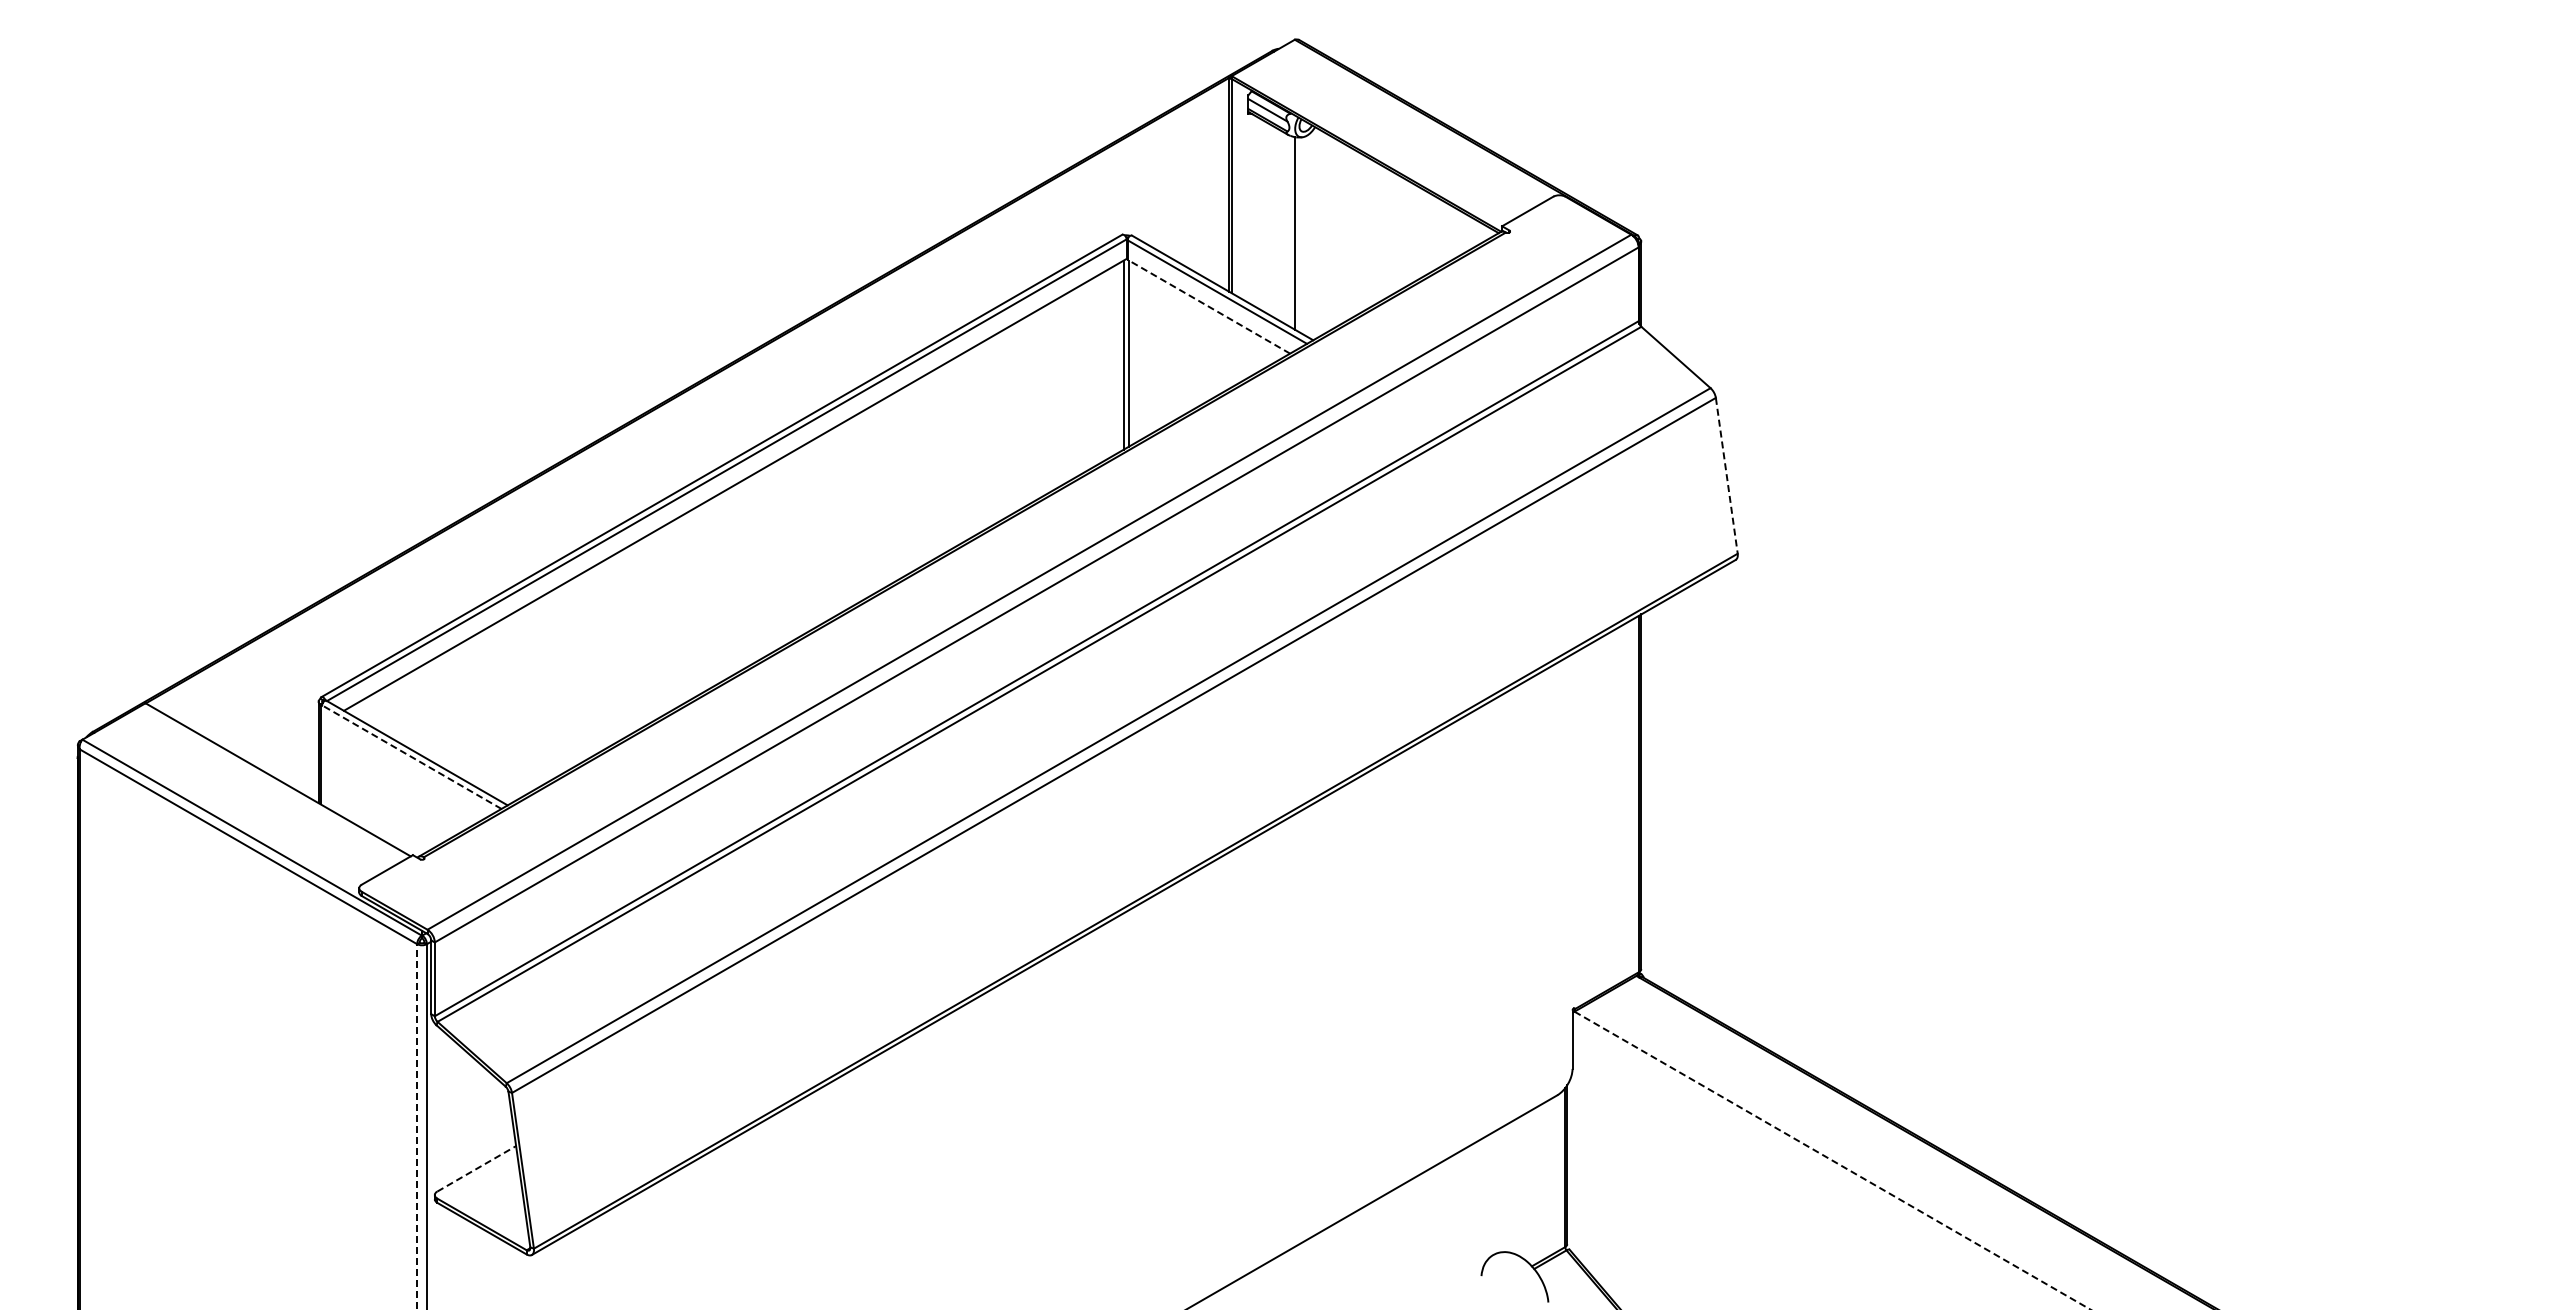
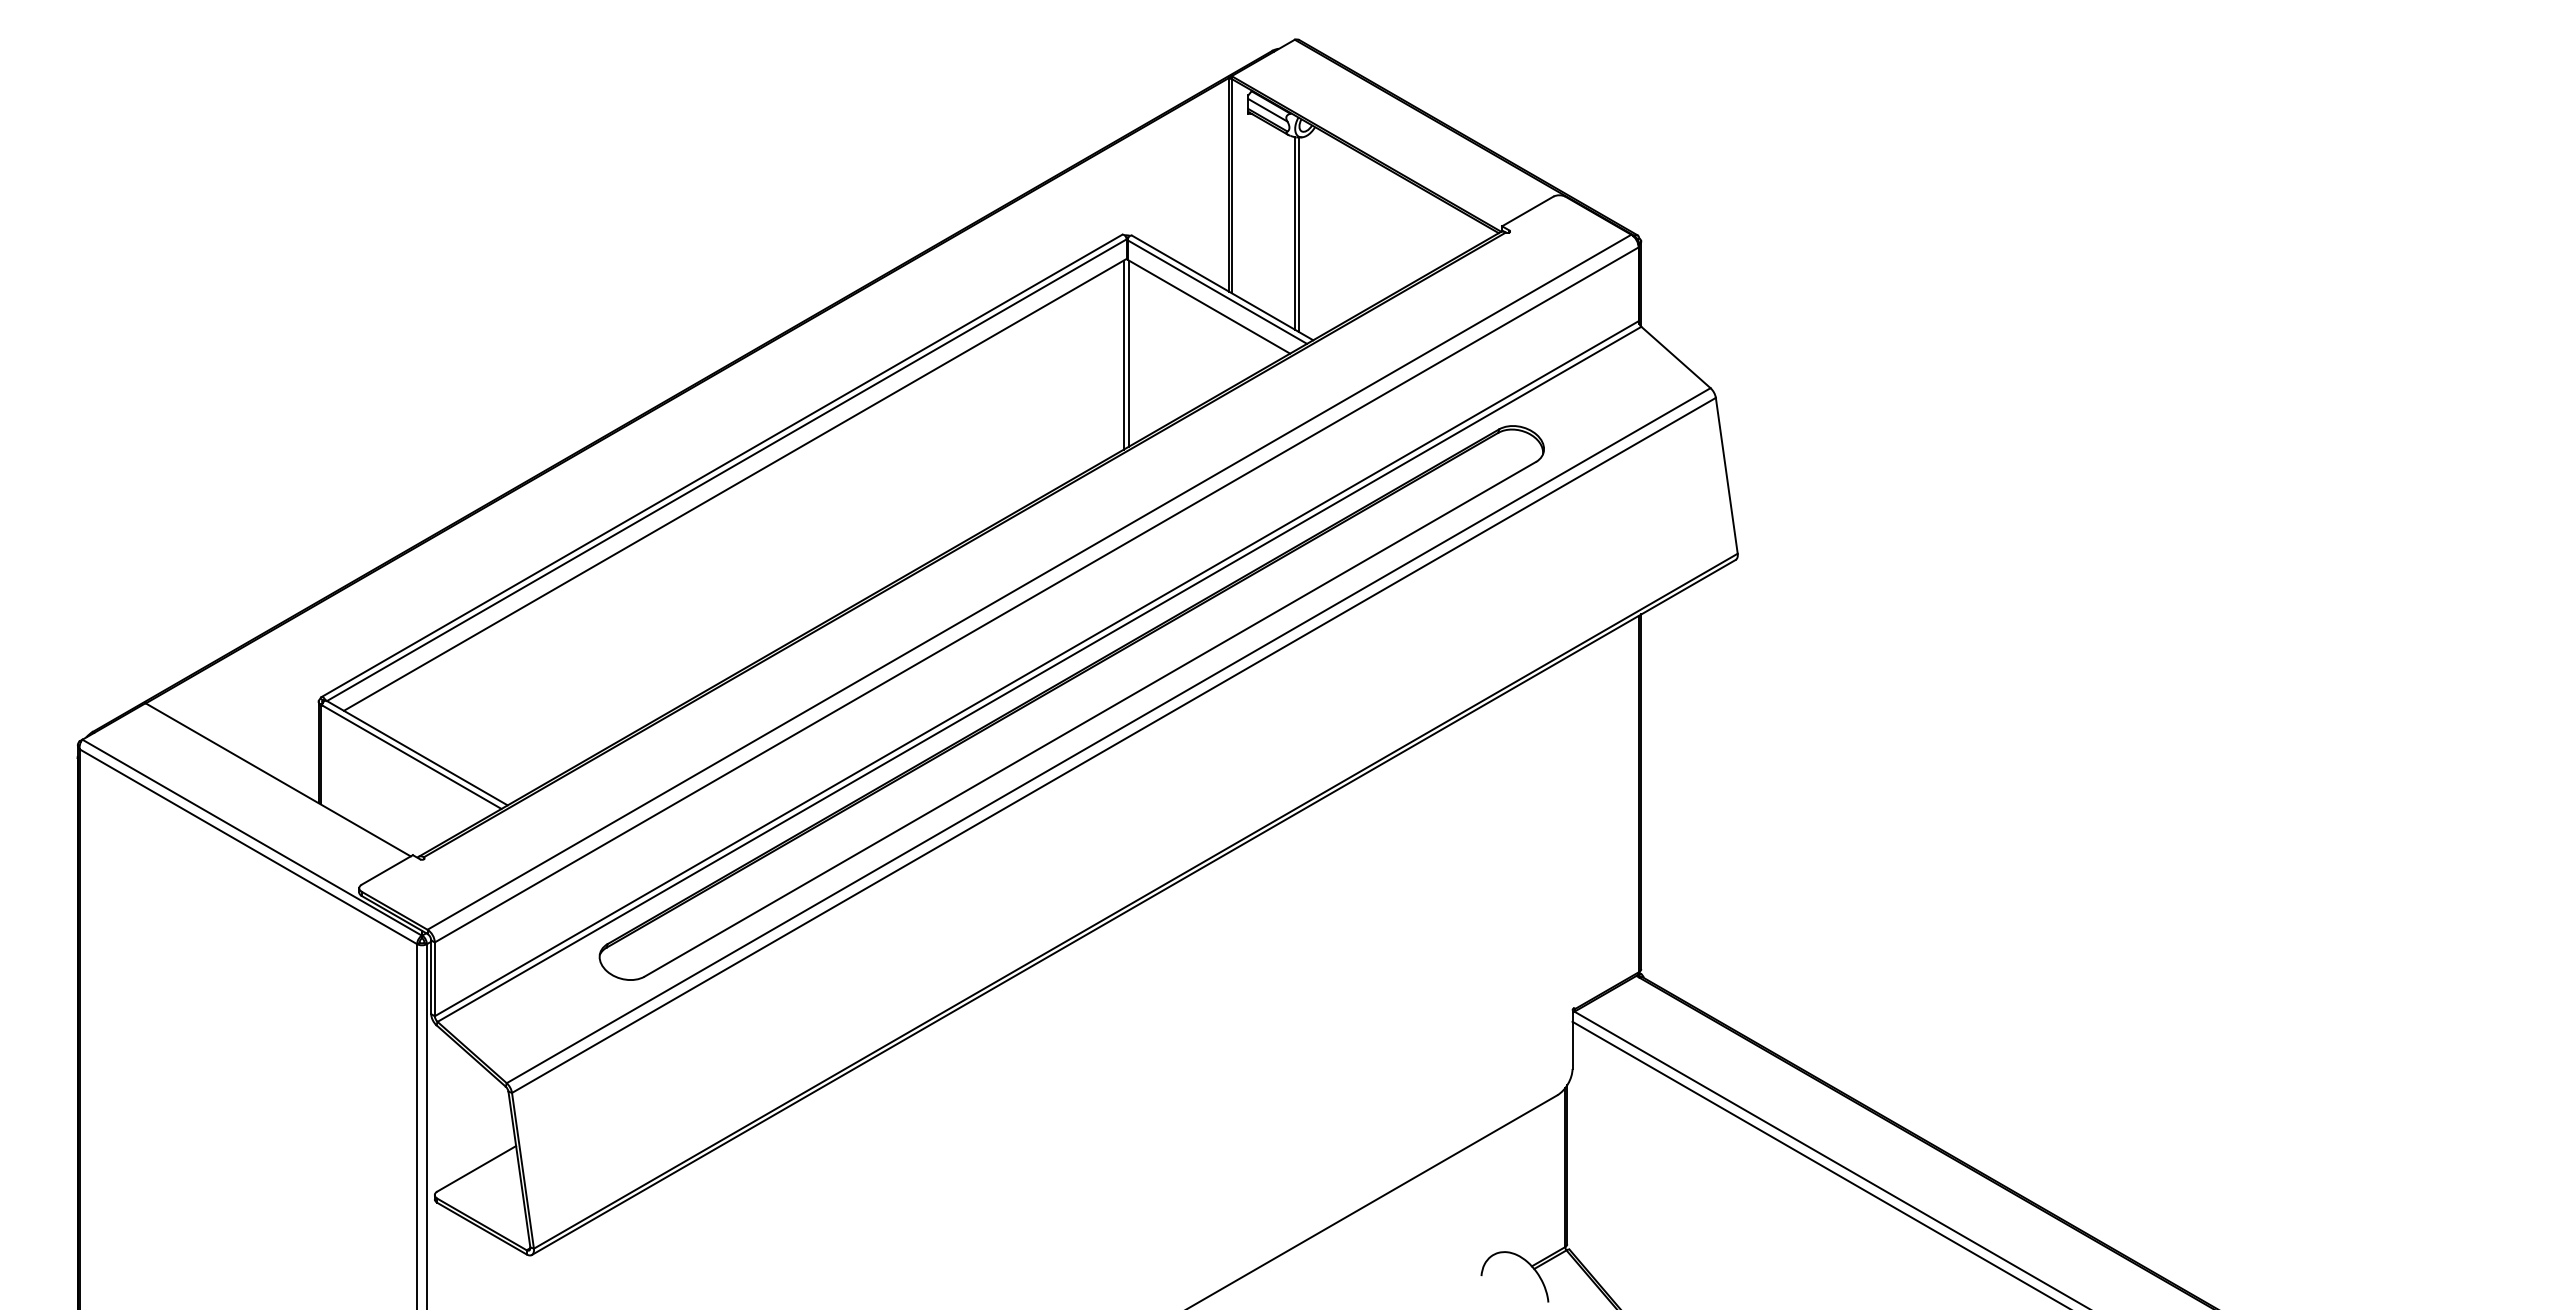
line at (1299, 234): none -> present
line at (1208, 306): dashed -> solid
line at (1726, 475): dashed -> solid
part at (1071, 702): none -> present
line at (411, 757): dashed -> solid
line at (417, 1126): dashed -> solid
line at (1832, 1160): dashed -> solid
line at (1819, 1163): none -> present
line at (477, 1168): dashed -> solid
